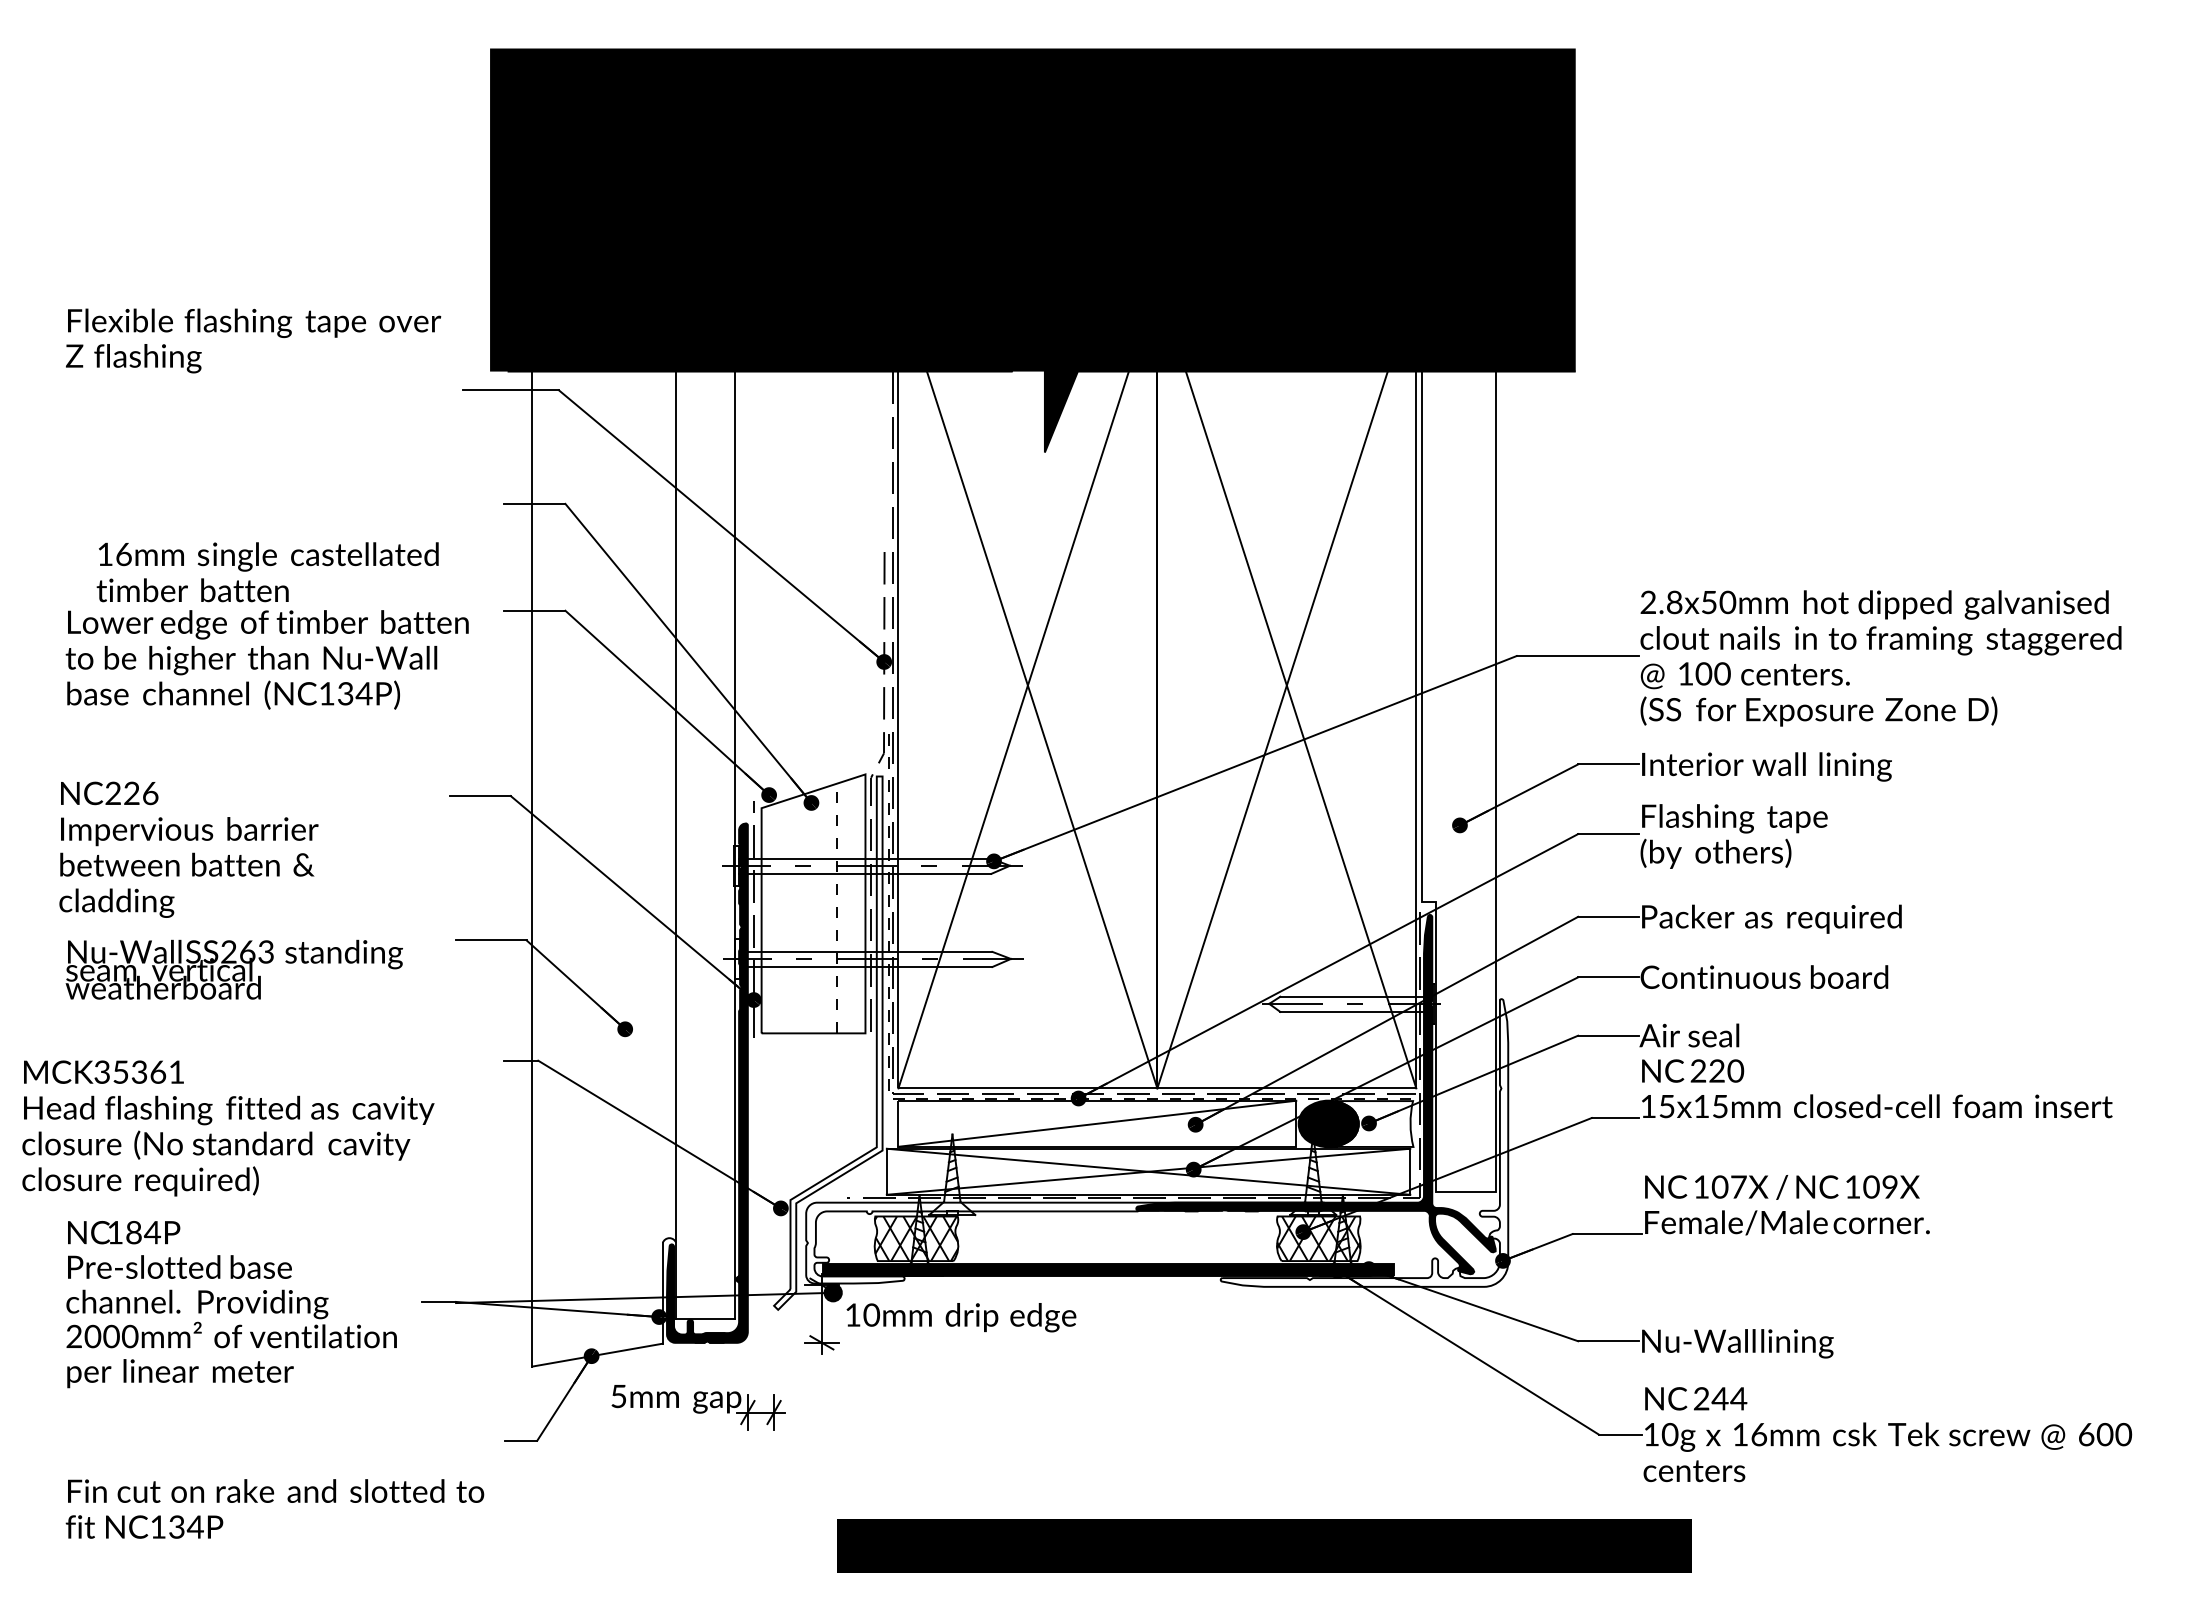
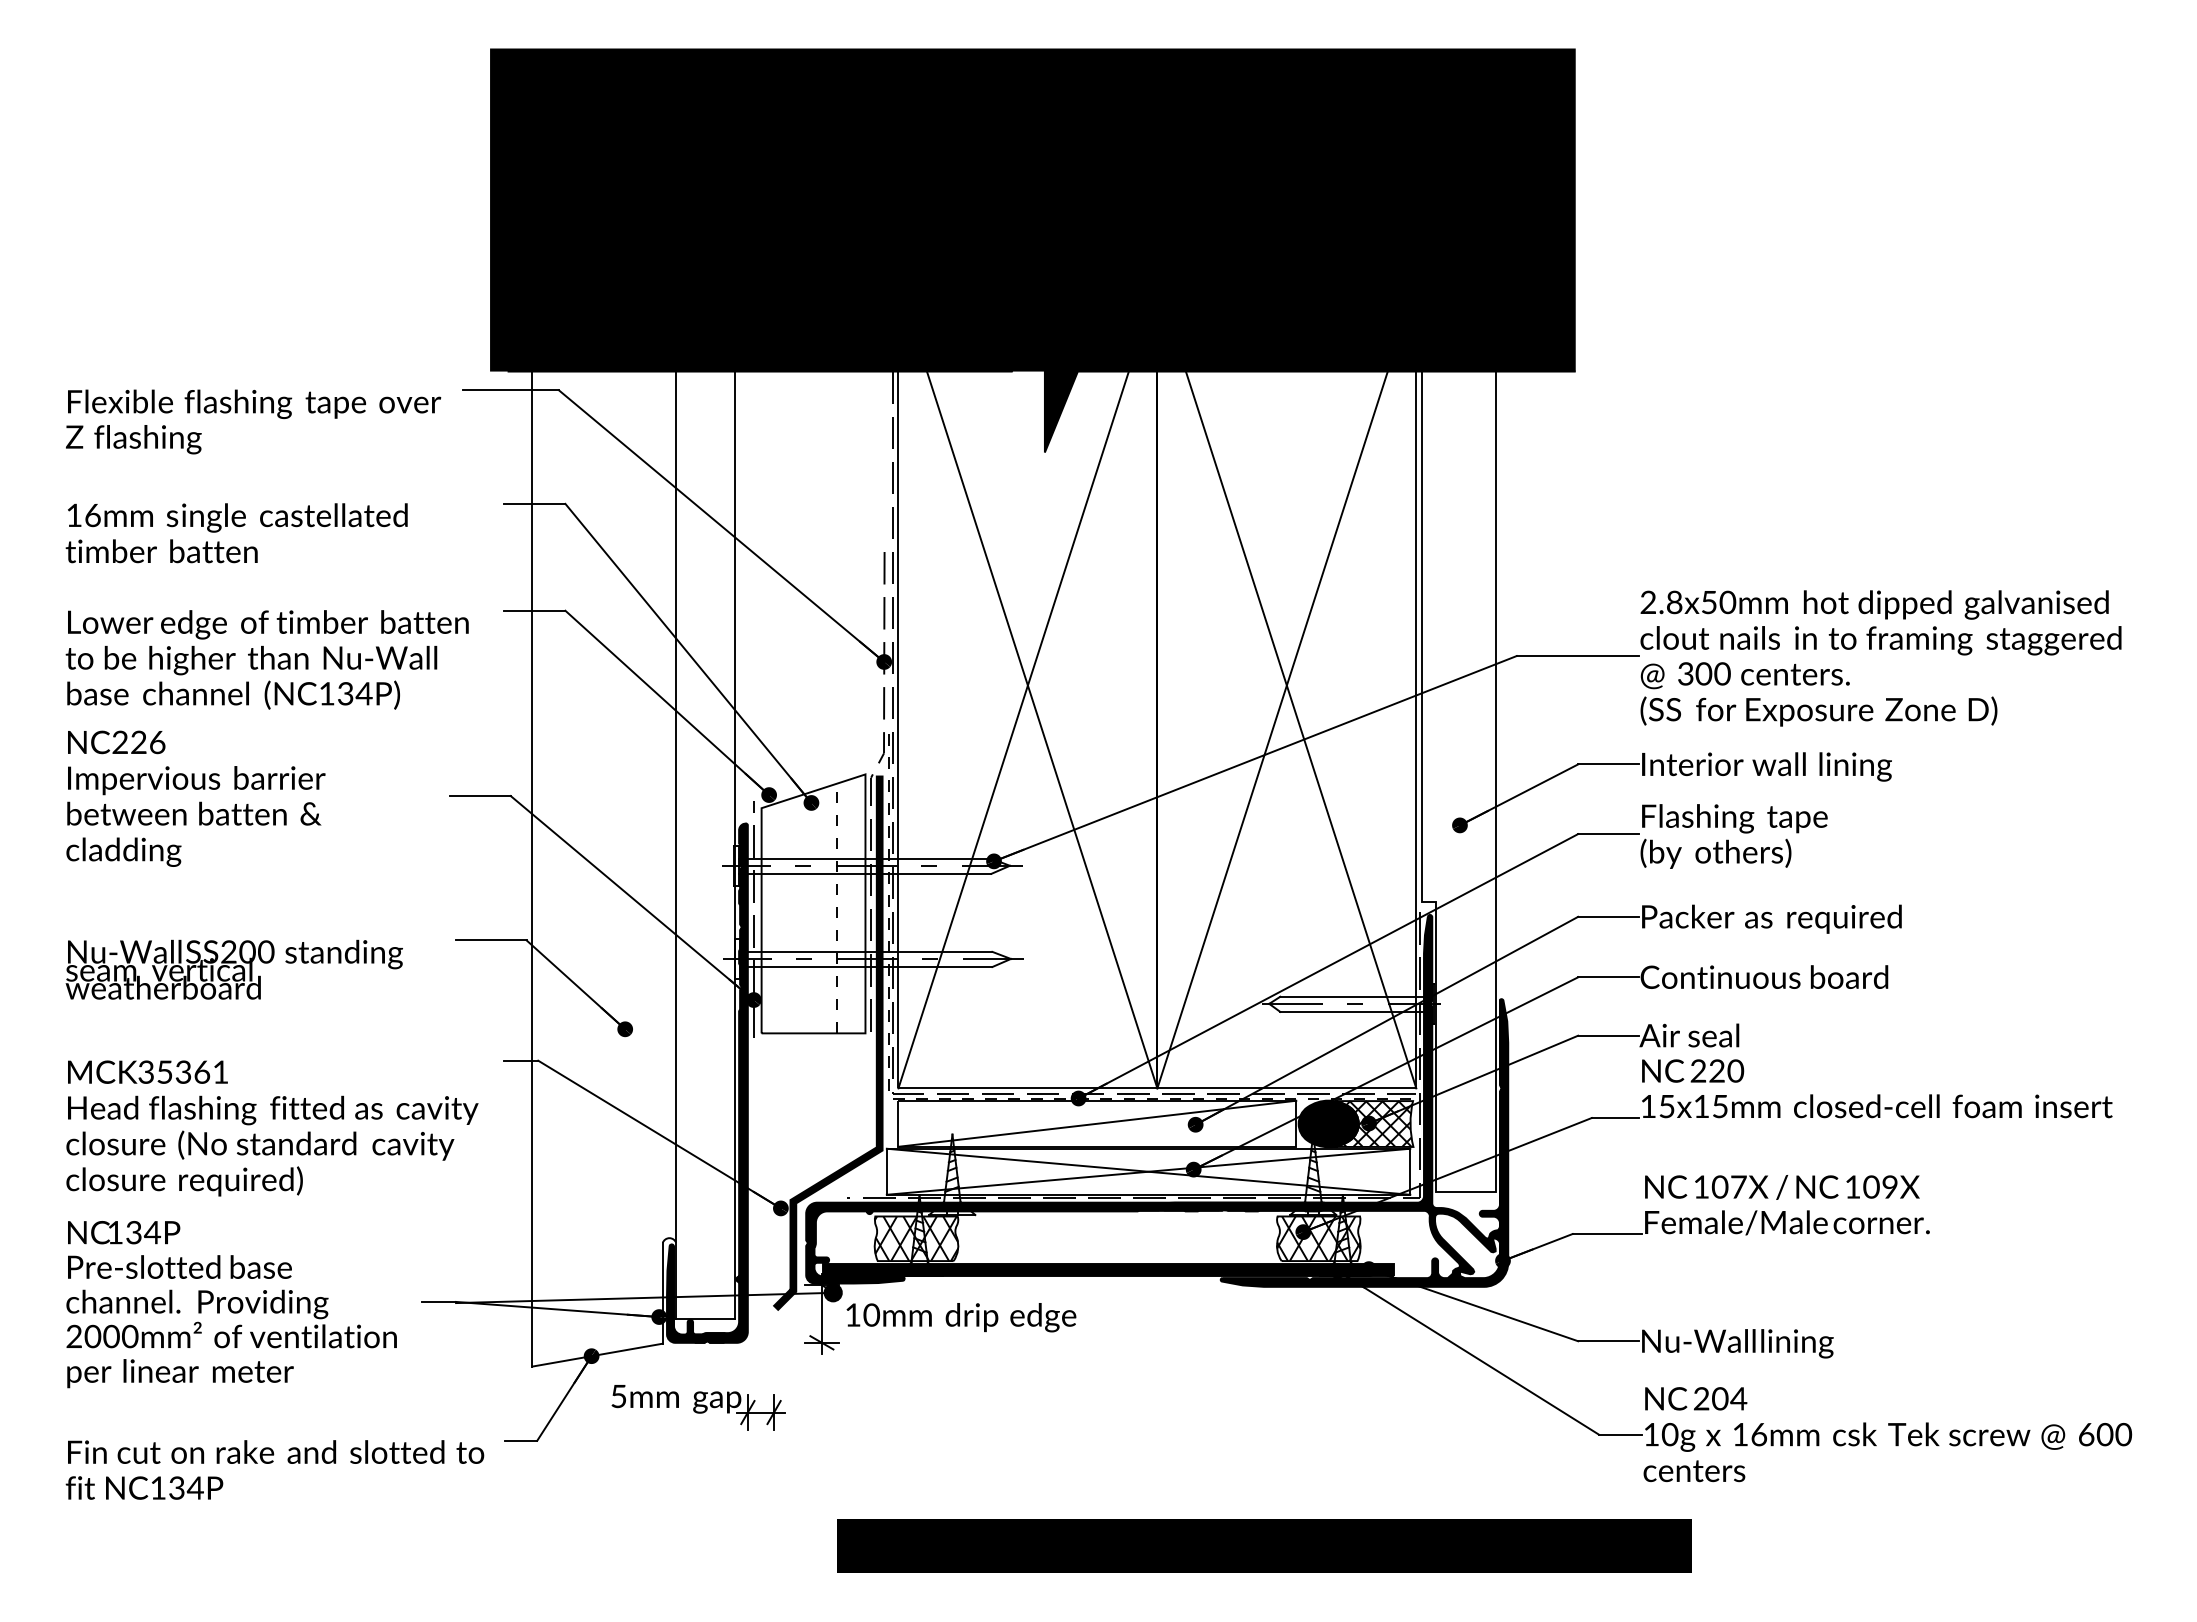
text at (253, 340) position: (253, 340) -> (253, 421)
text at (267, 572) position: (267, 572) -> (236, 533)
text at (1685, 673): 1 -> 3
text at (188, 849) position: (188, 849) -> (195, 798)
text at (256, 951): SS263 -> SS200
fill at (828, 1042): none -> present
hatch at (1374, 1123): none -> present
text at (228, 1128) position: (228, 1128) -> (272, 1128)
fill at (1364, 1142): none -> present
text at (133, 1232): 184P -> 134P
fill at (1065, 1242): none -> present
text at (1719, 1398): 244 -> 204
text at (274, 1508) position: (274, 1508) -> (274, 1469)
